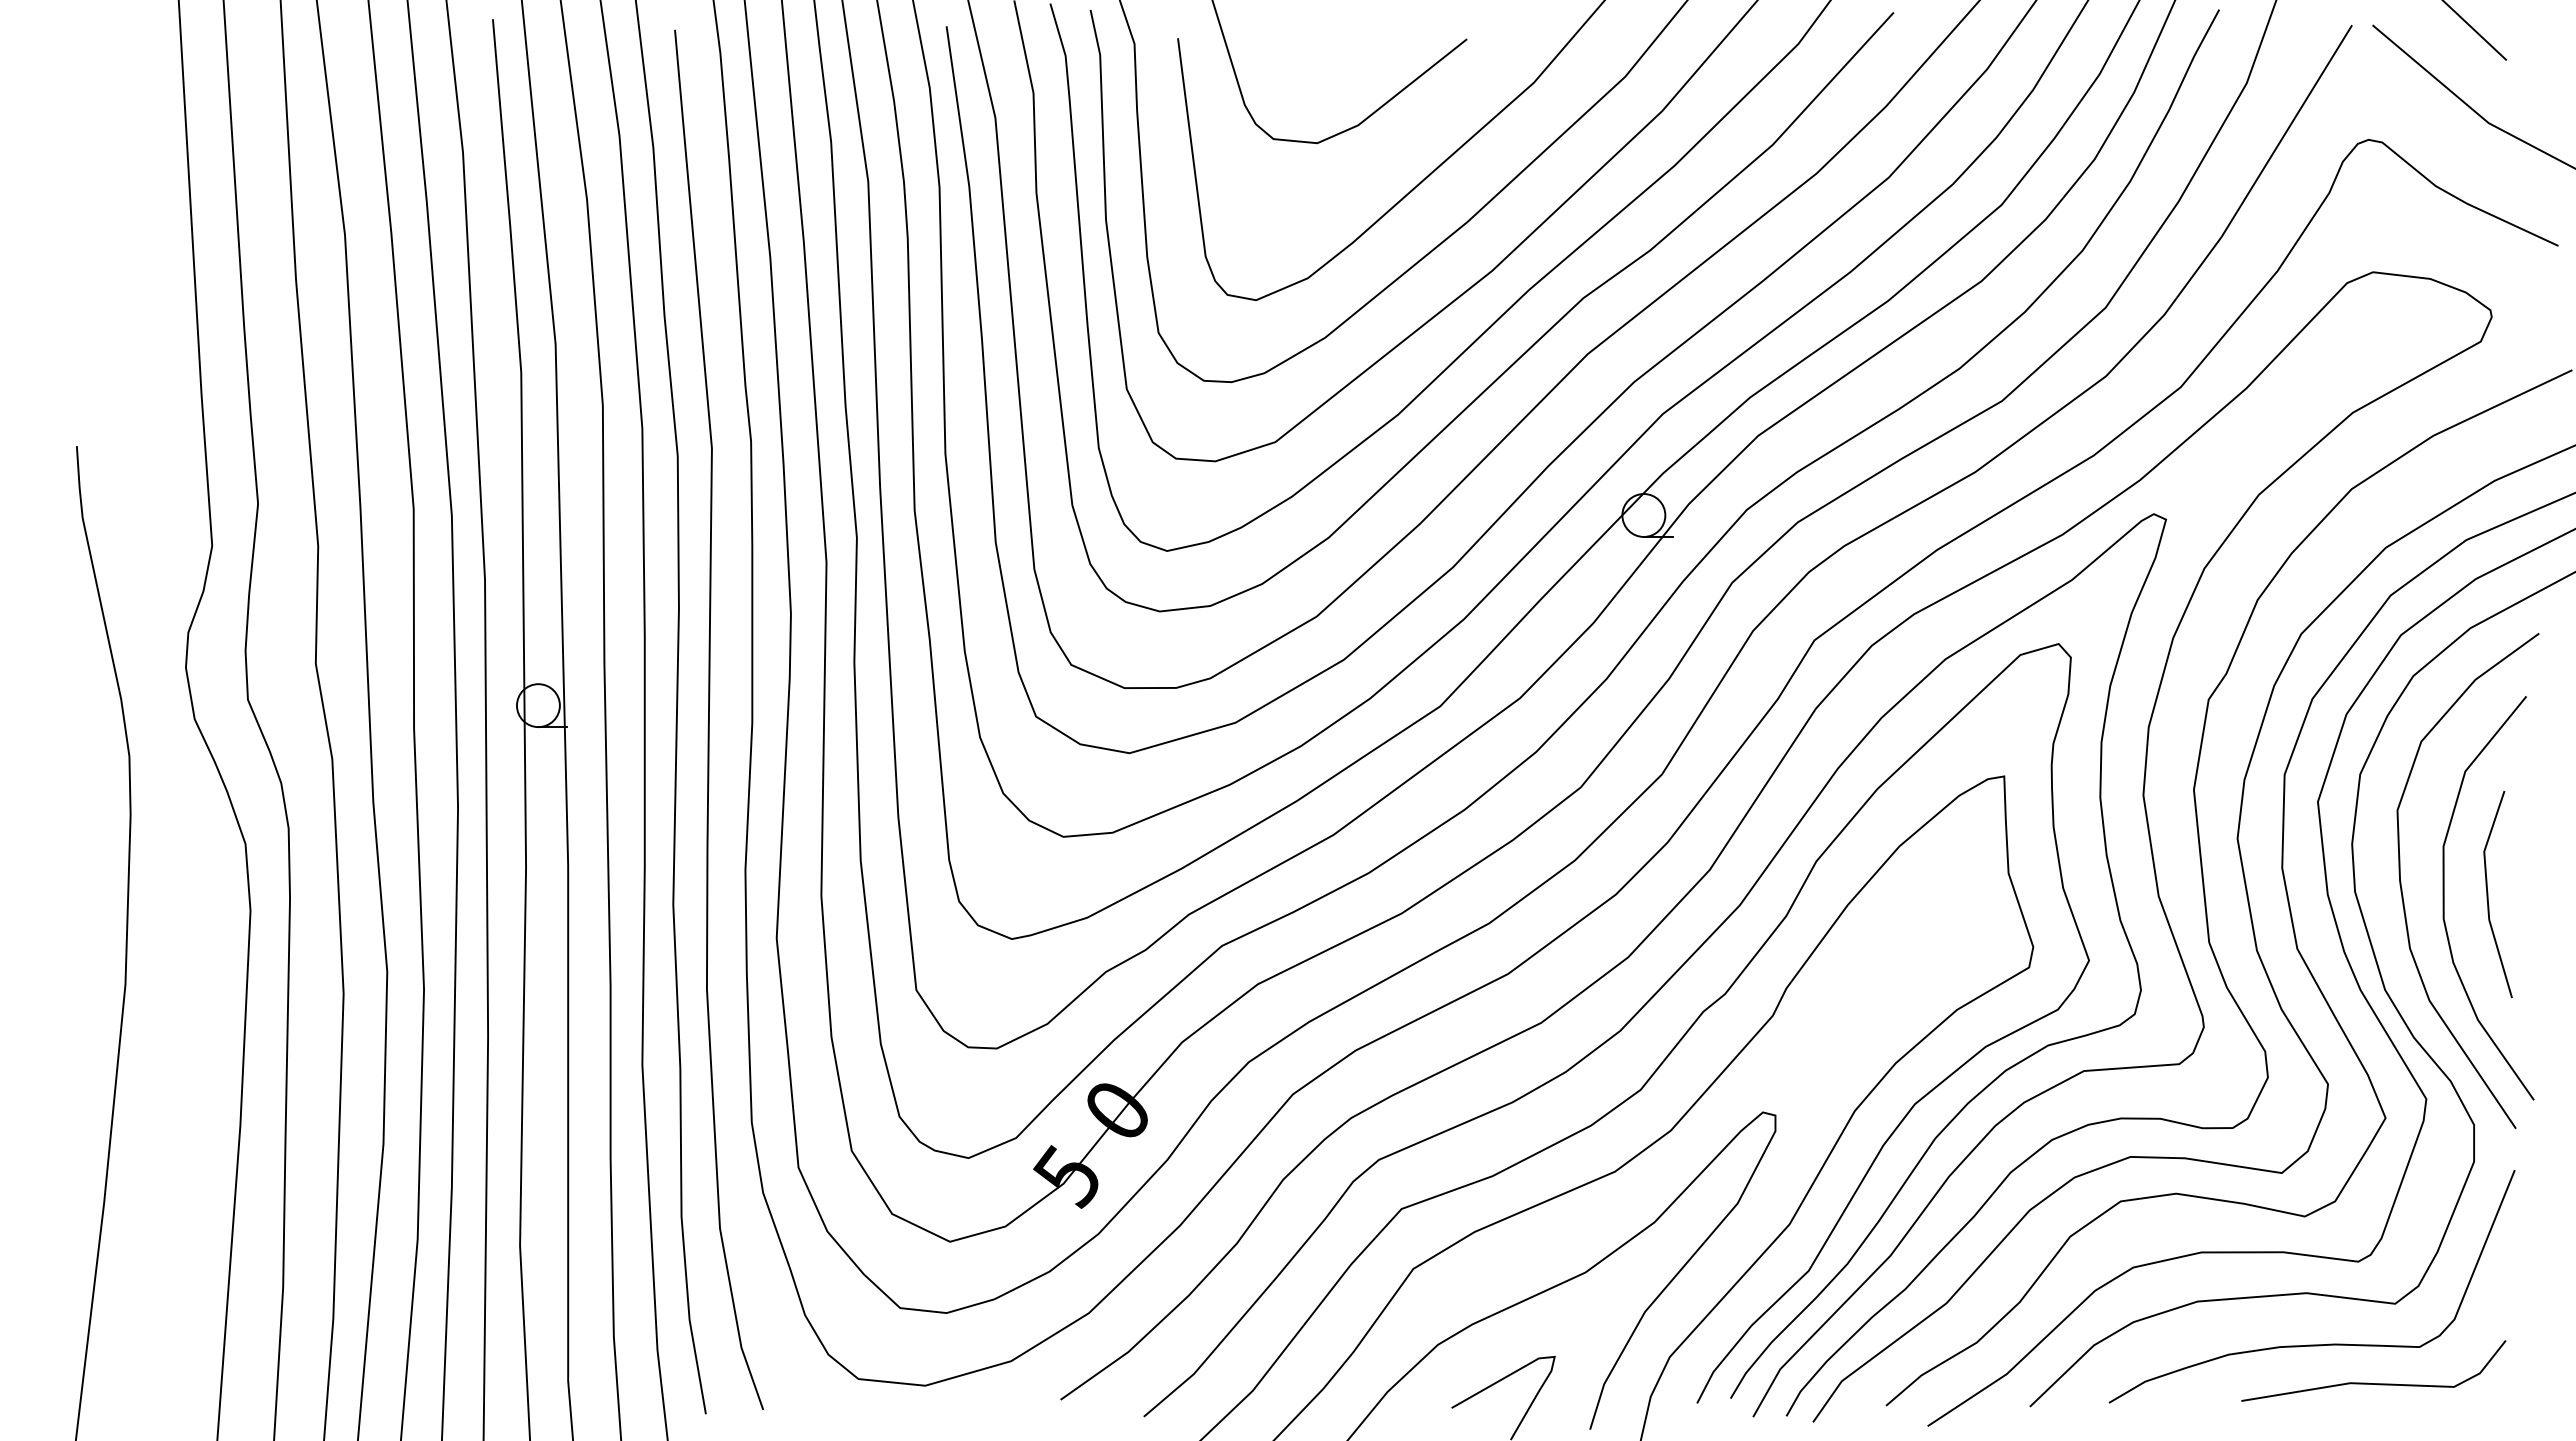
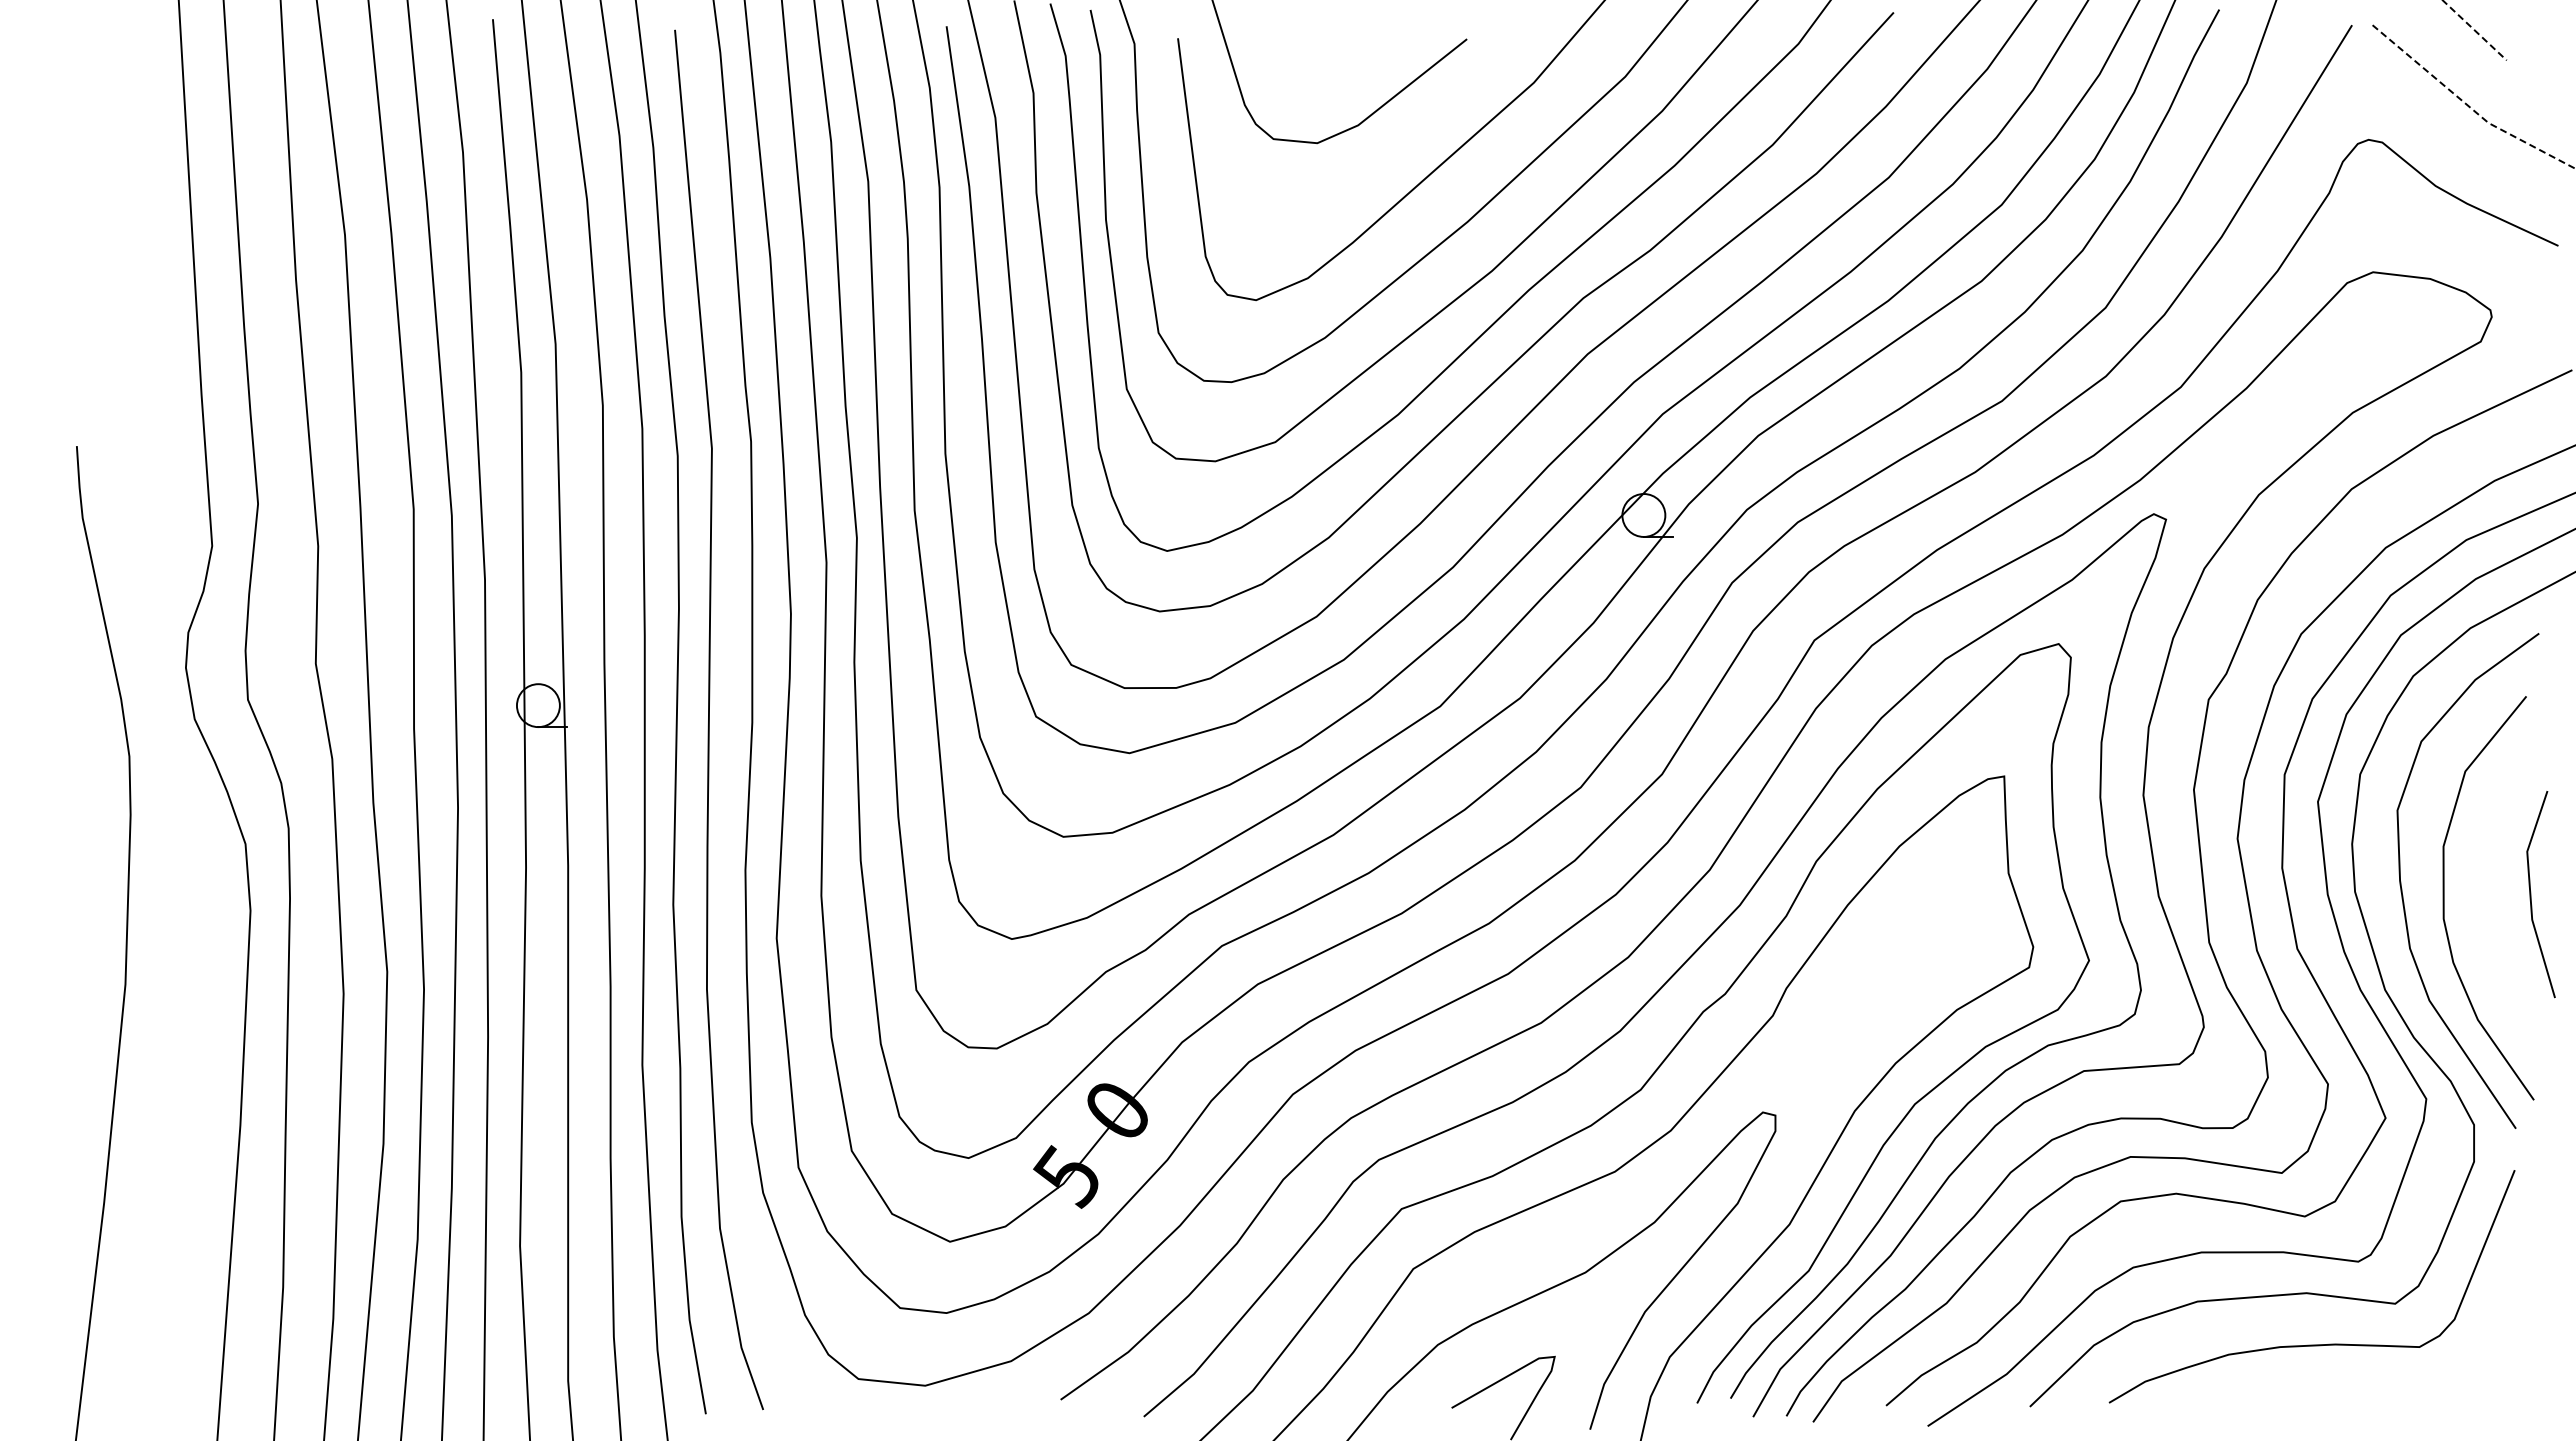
line at (2474, 30): solid -> dashed
line at (2468, 106): solid -> dashed
line at (2488, 894) position: (2488, 894) -> (2531, 894)
line at (2368, 1382): present -> none
